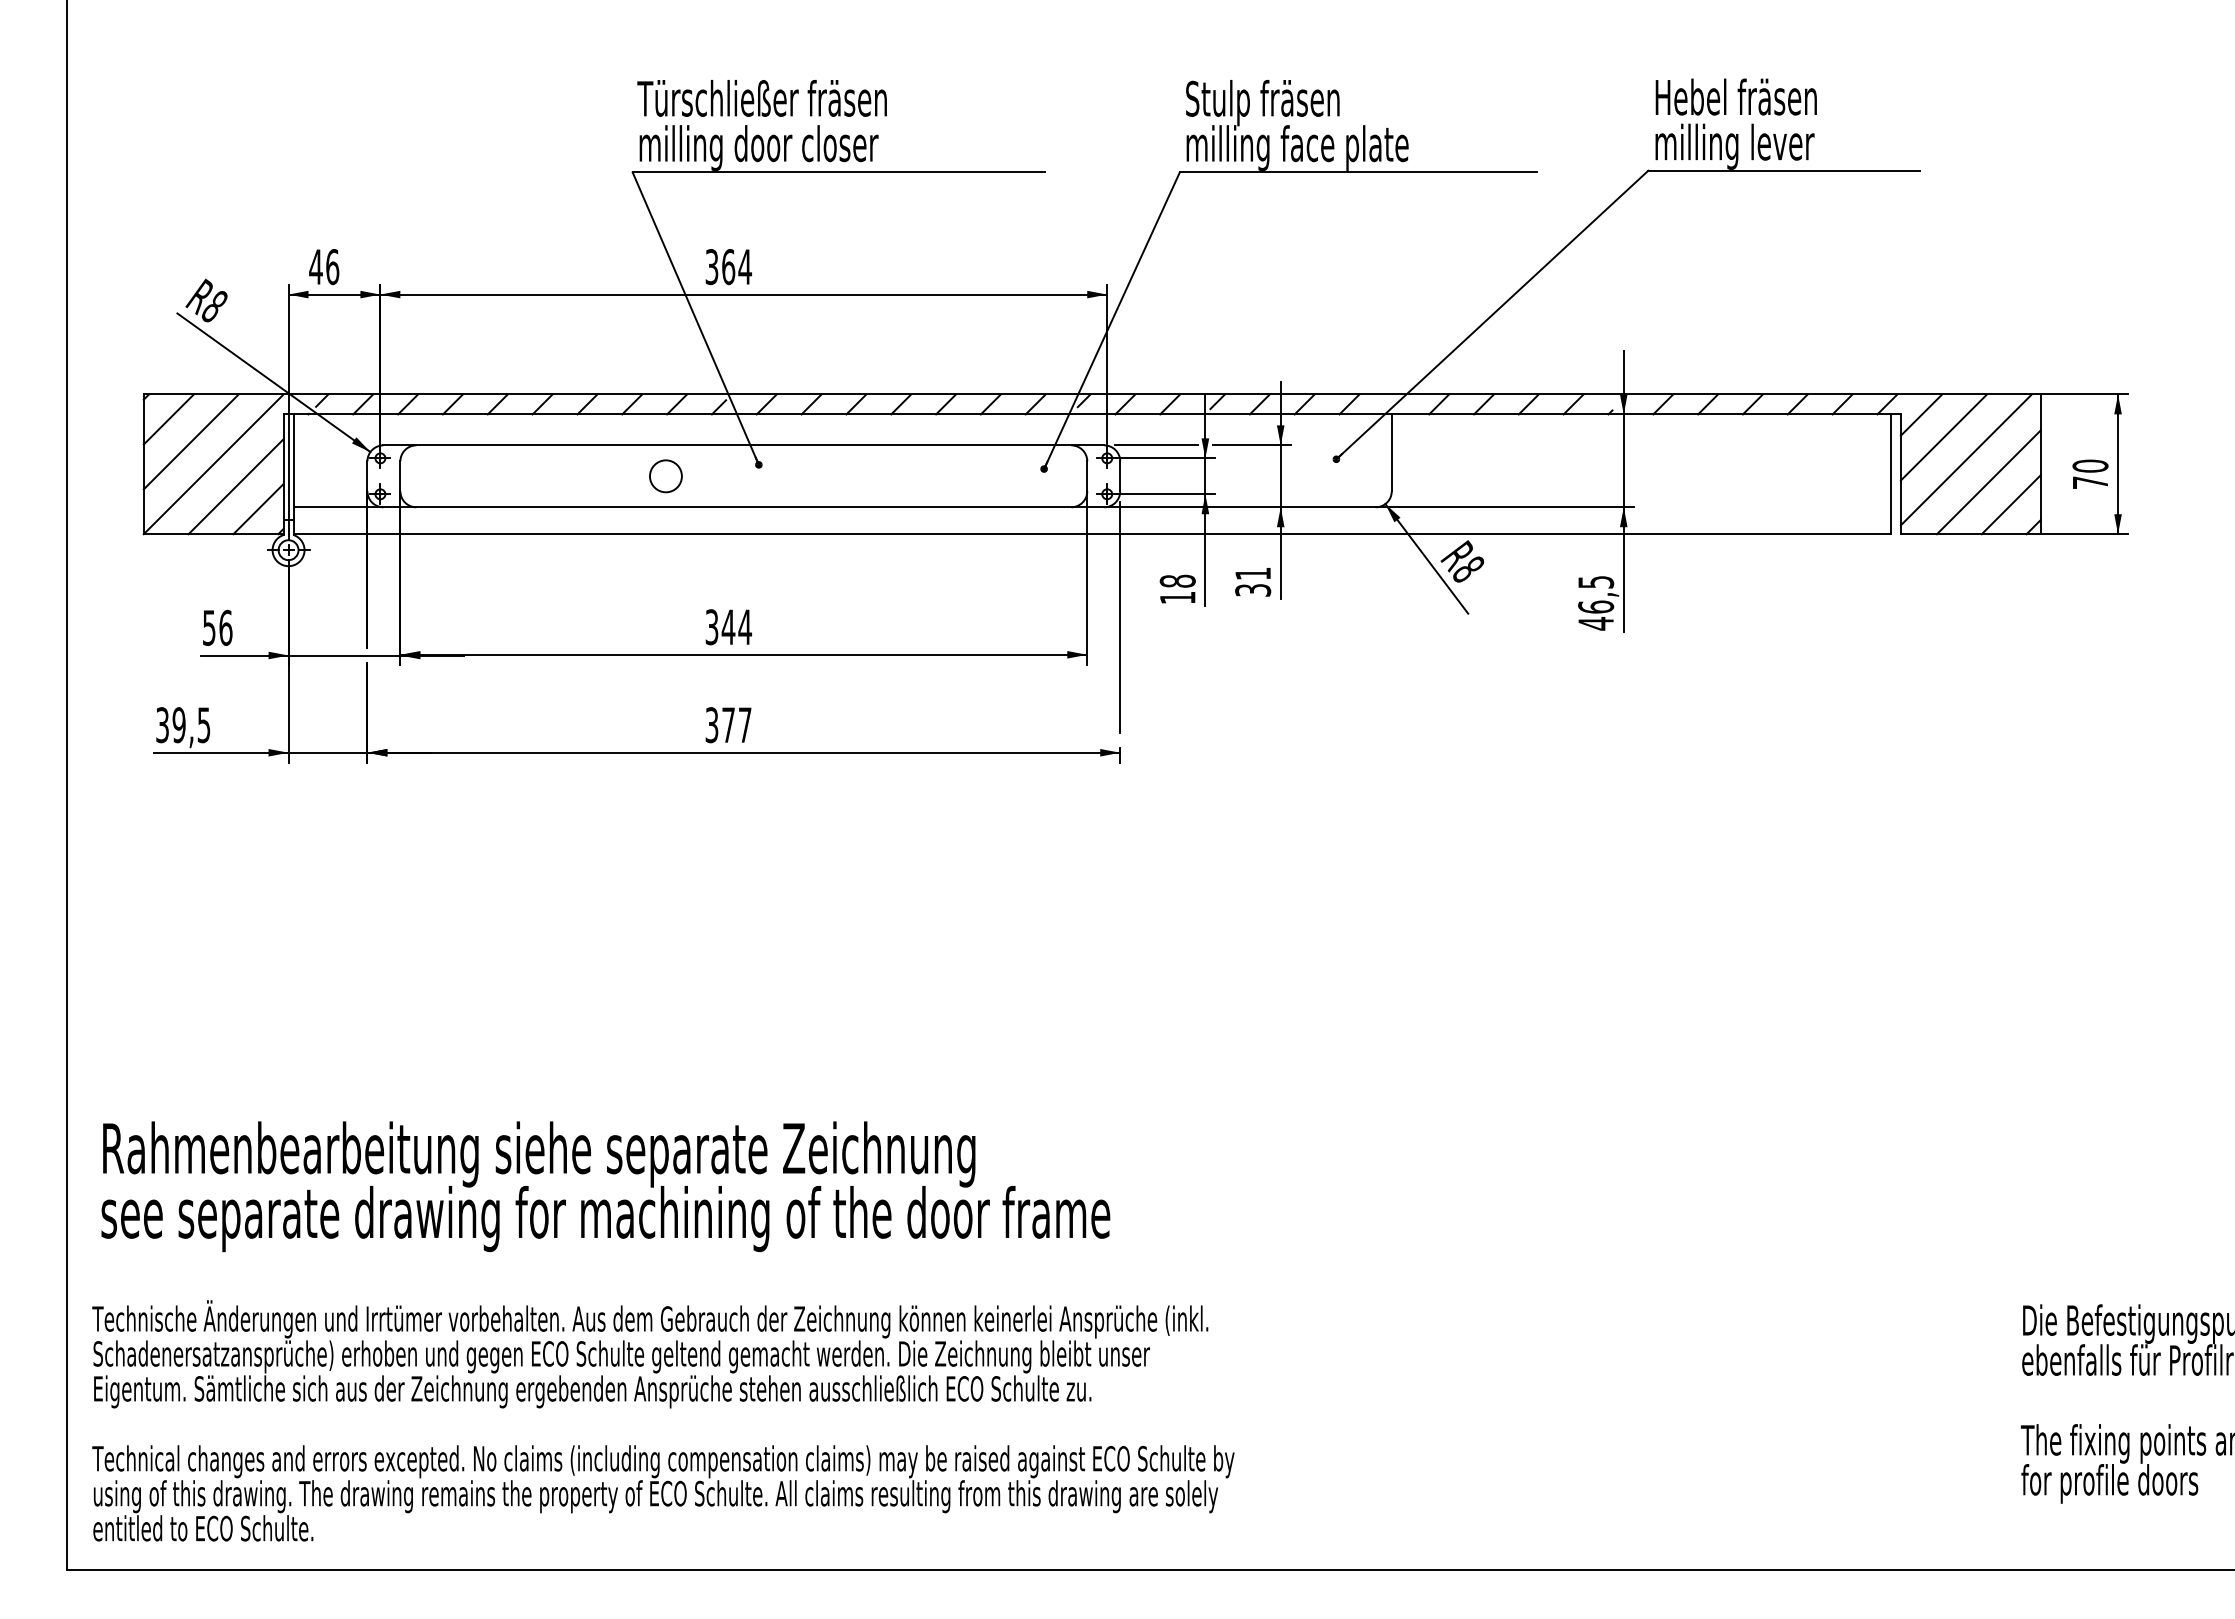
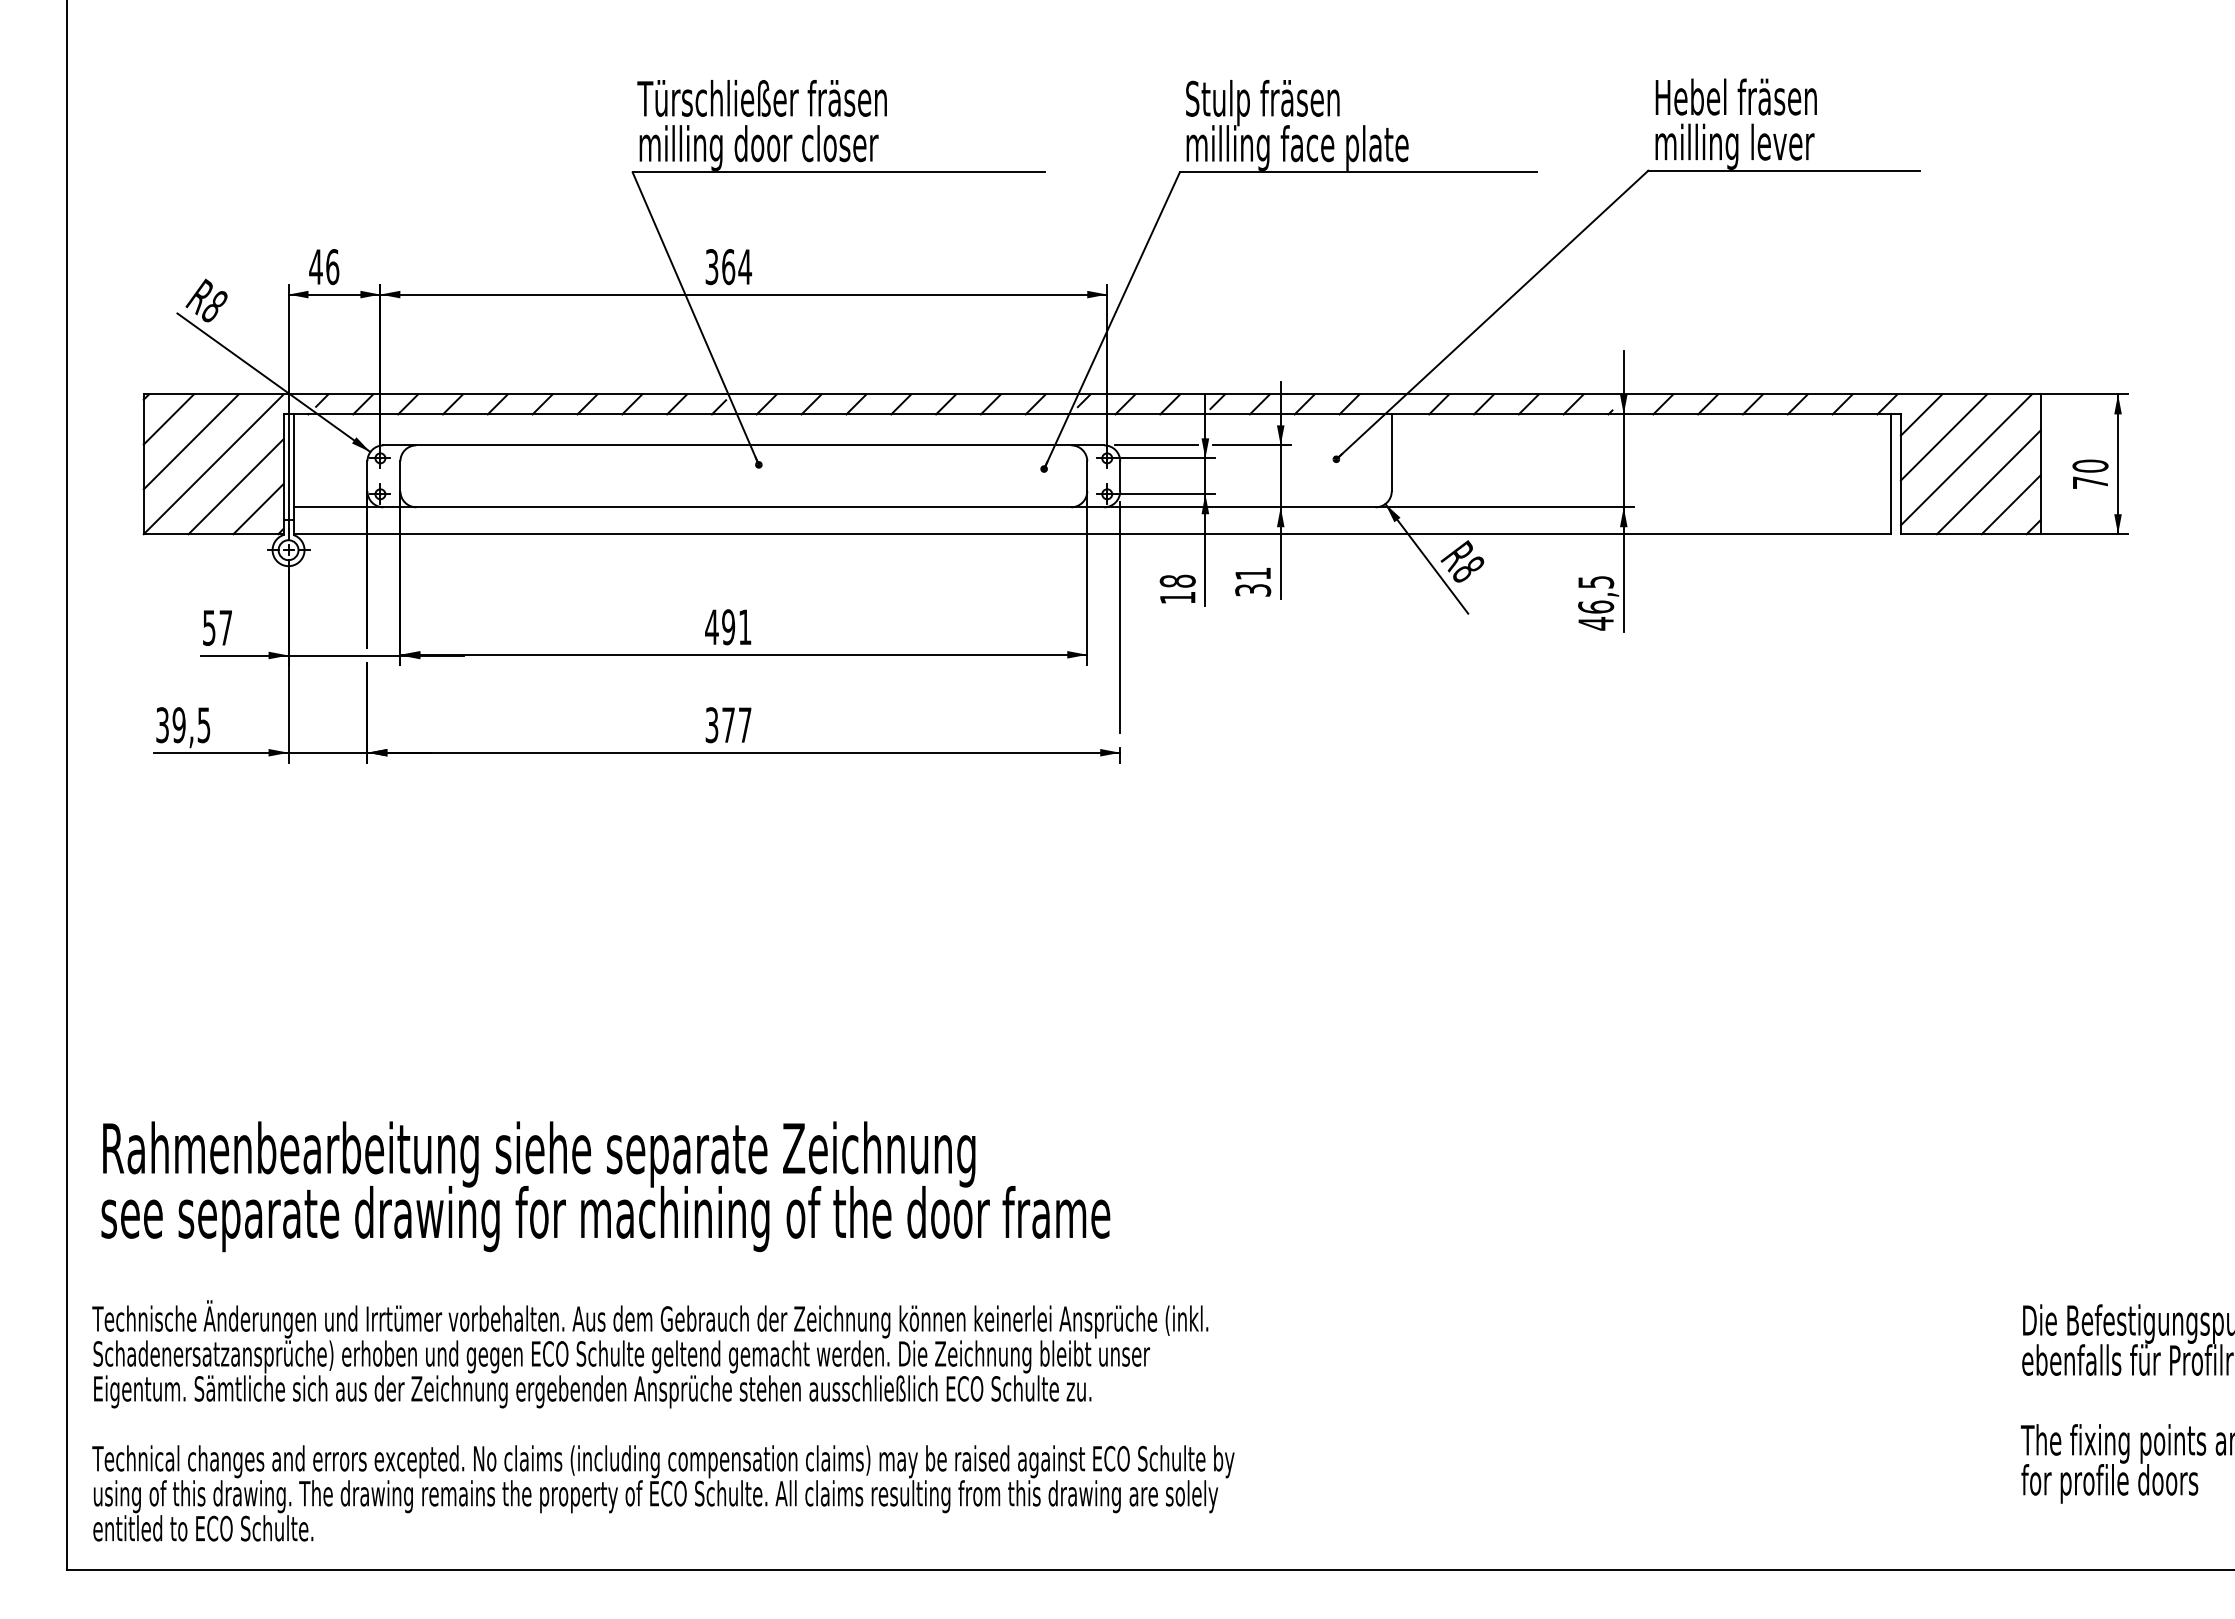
circle at (665, 476): present -> none
text at (225, 627): 56 -> 57
text at (728, 627): 344 -> 491
